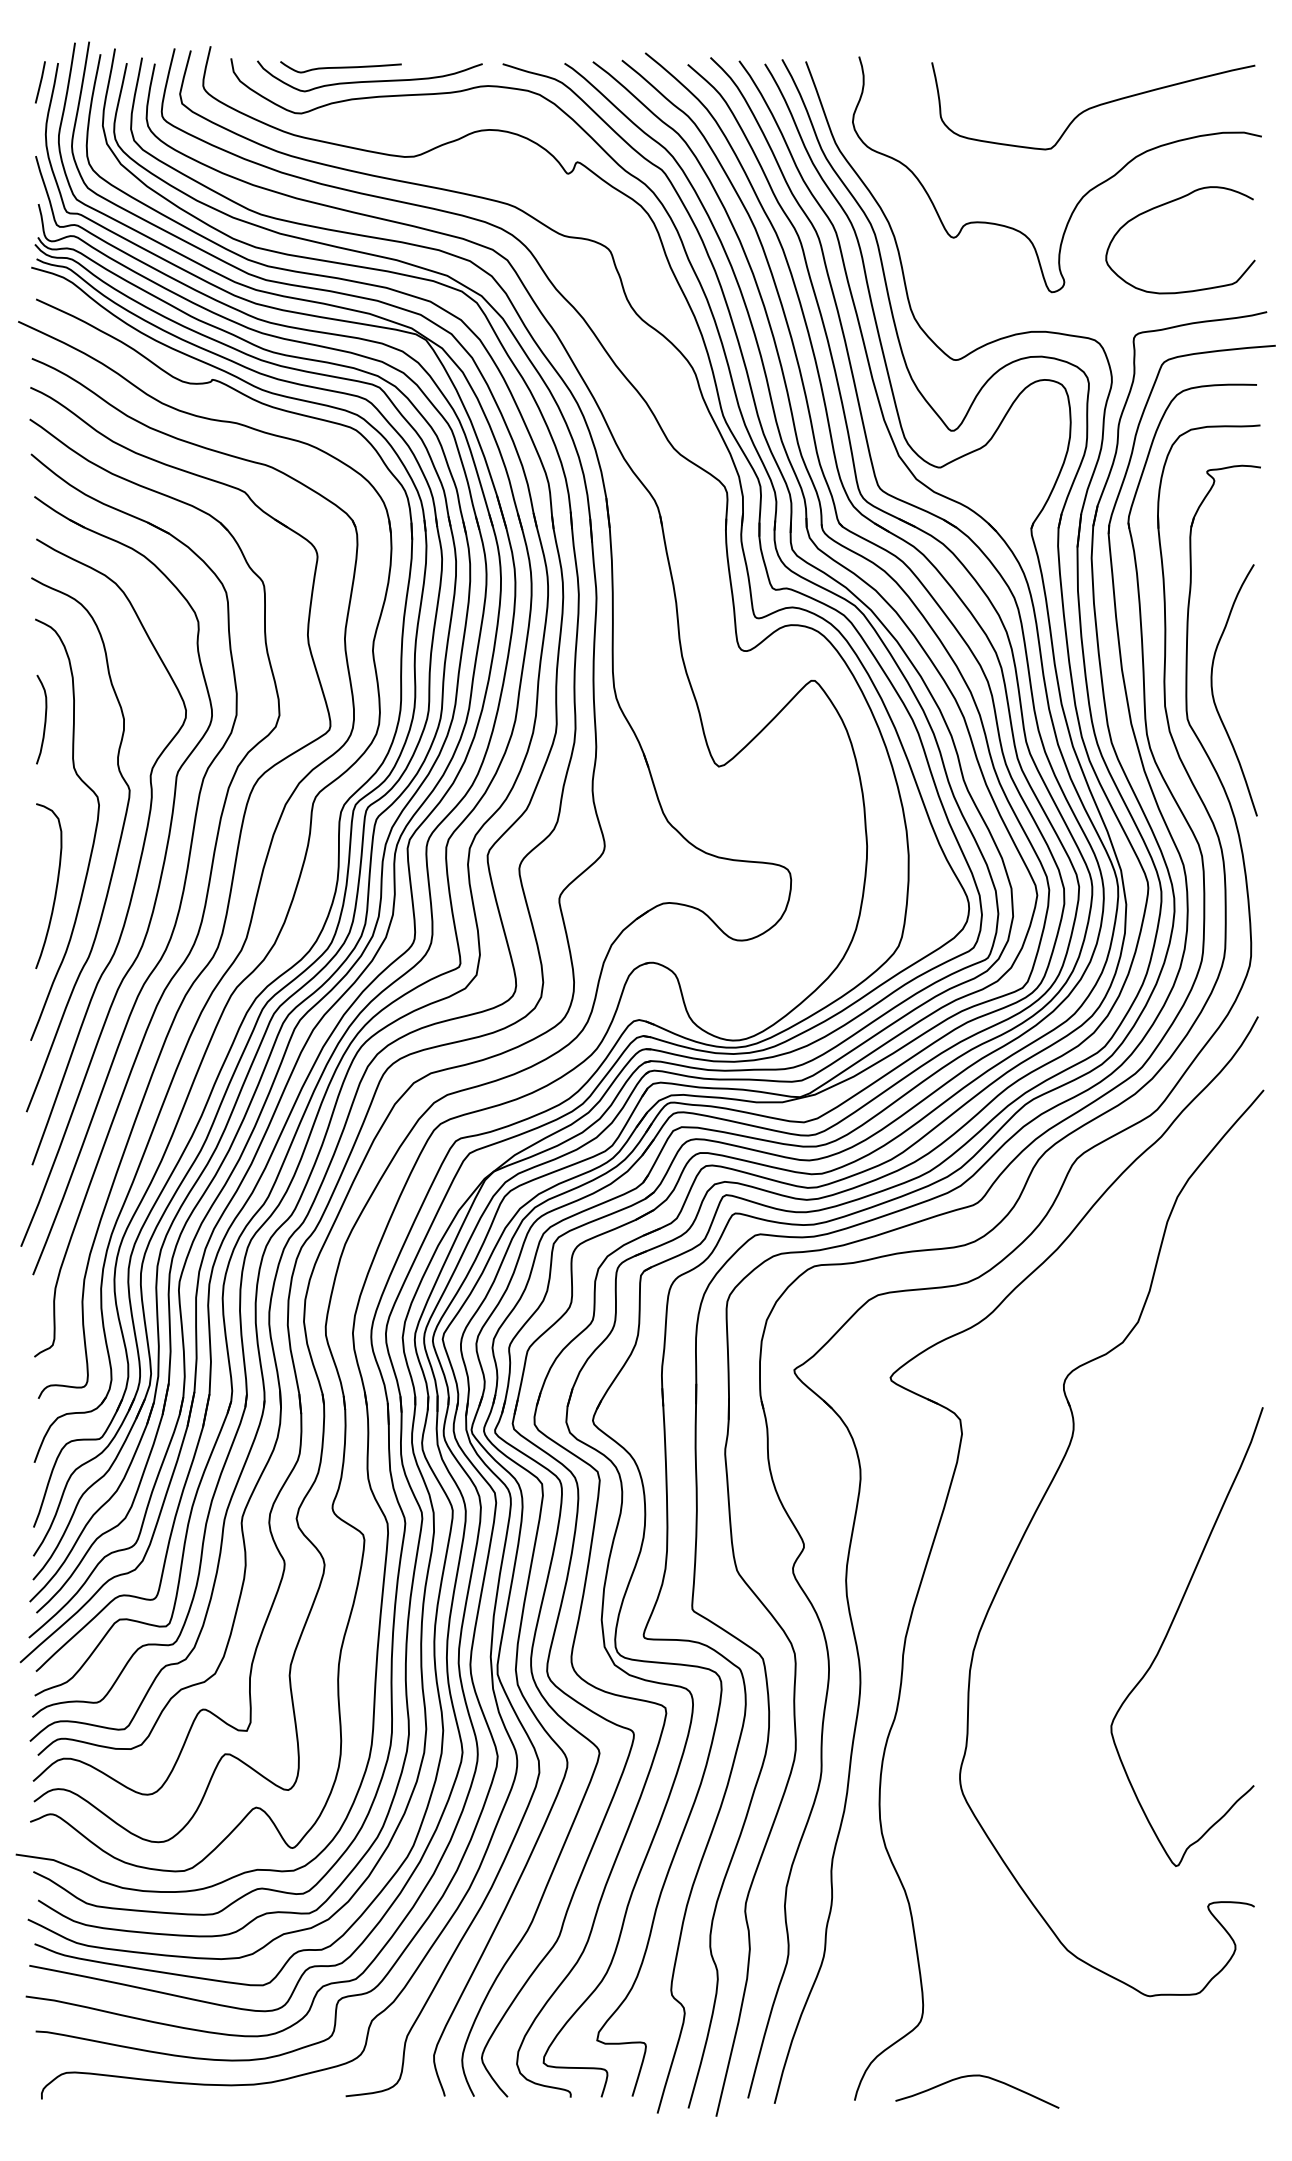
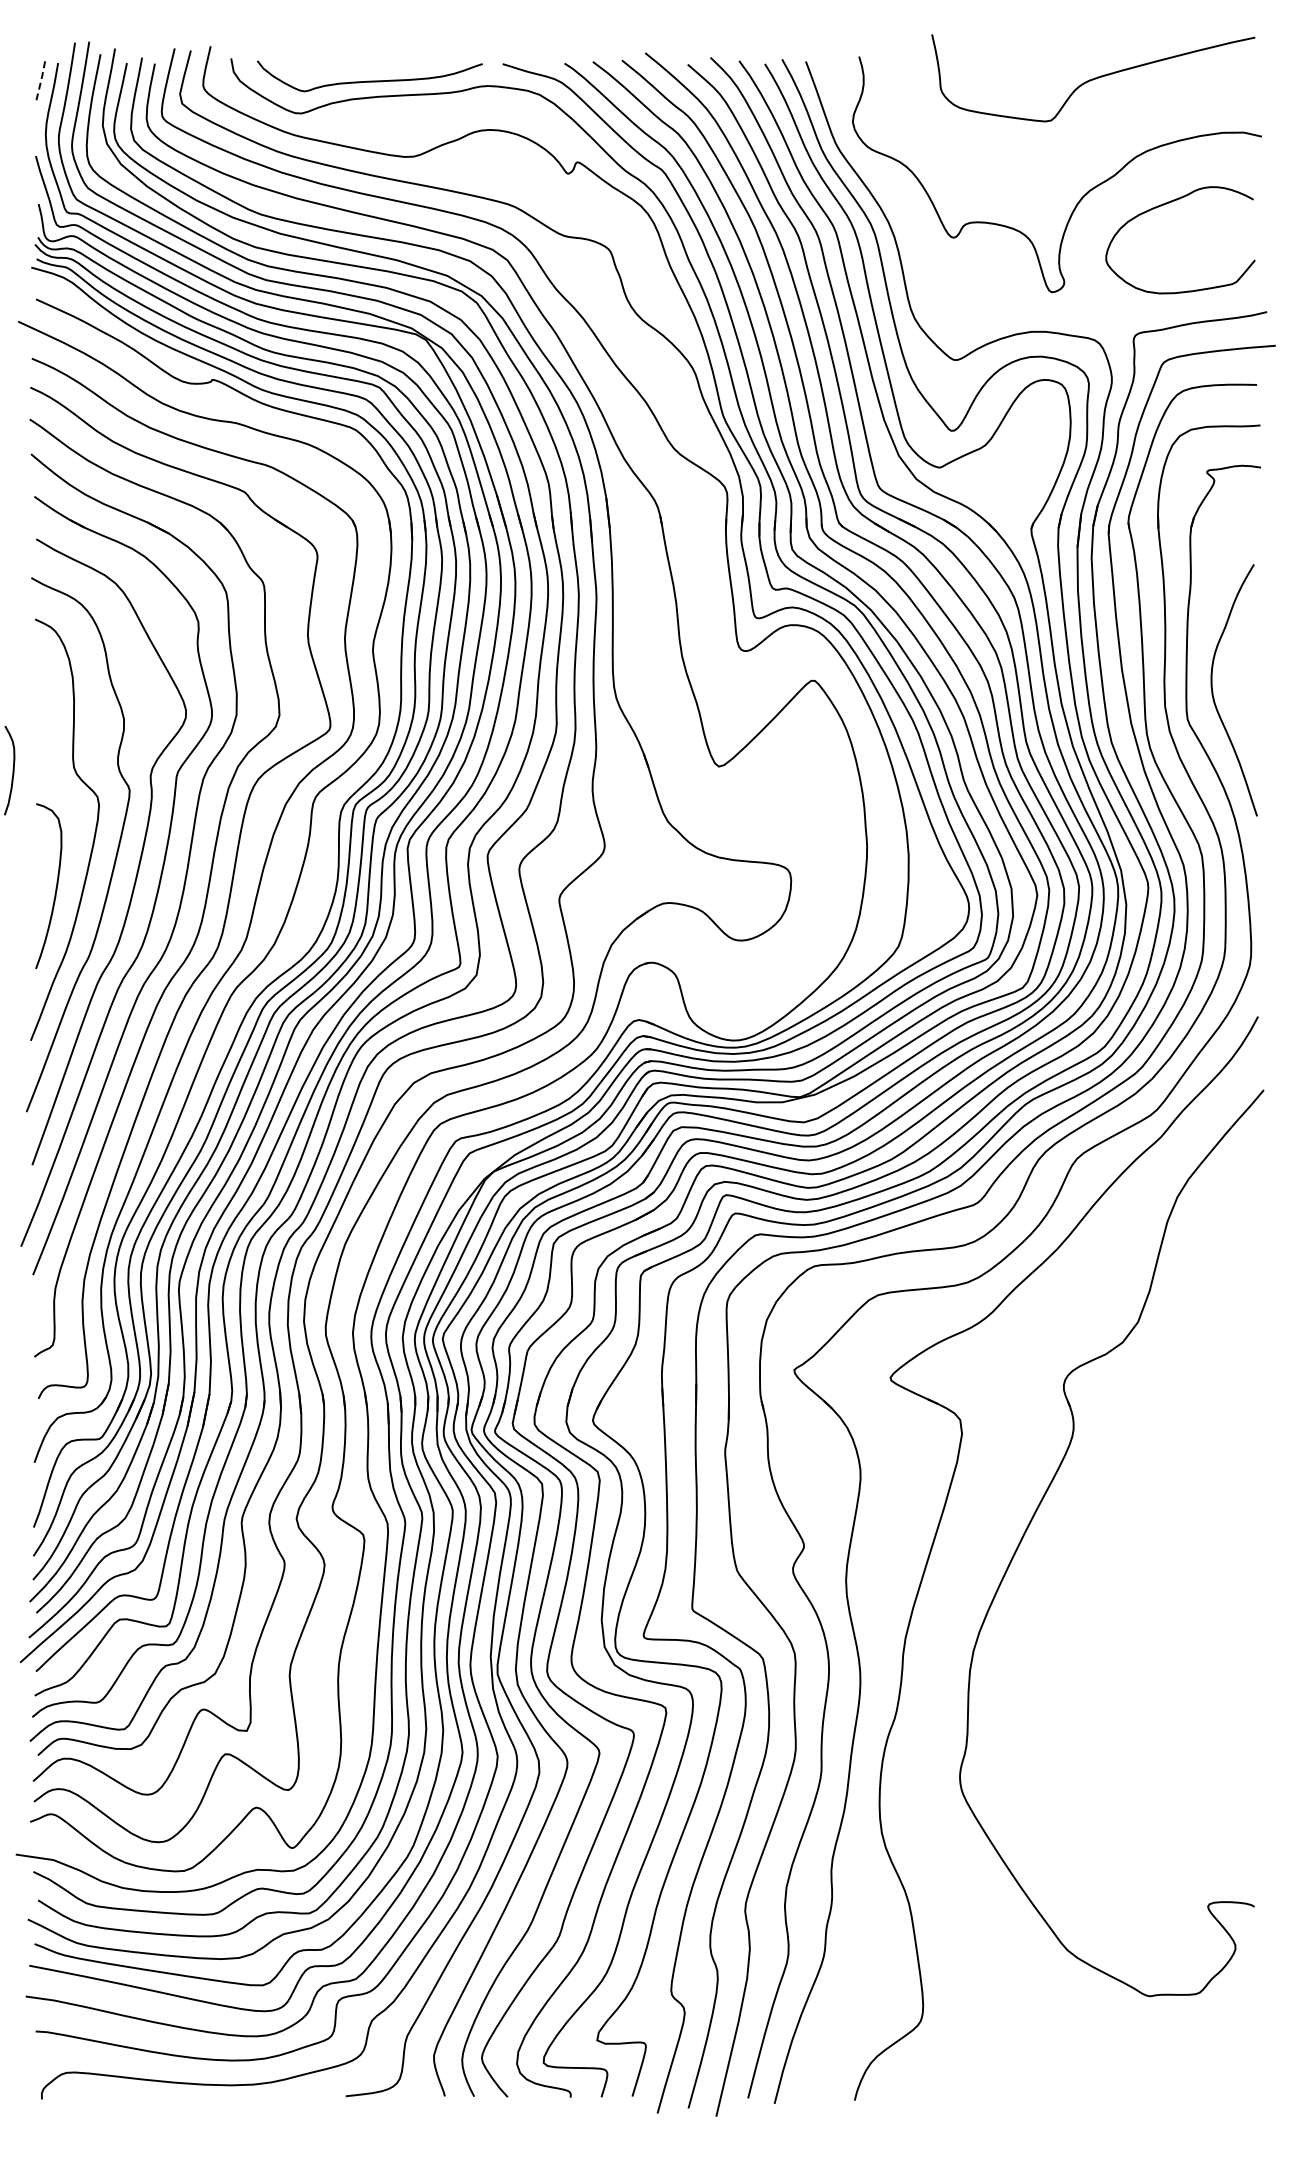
curve at (340, 67): present -> none
line at (40, 82): solid -> dashed
curve at (1093, 106) position: (1093, 106) -> (1093, 78)
curve at (44, 719) position: (44, 719) -> (12, 770)
curve at (1170, 1629): present -> none
curve at (977, 2076): present -> none
